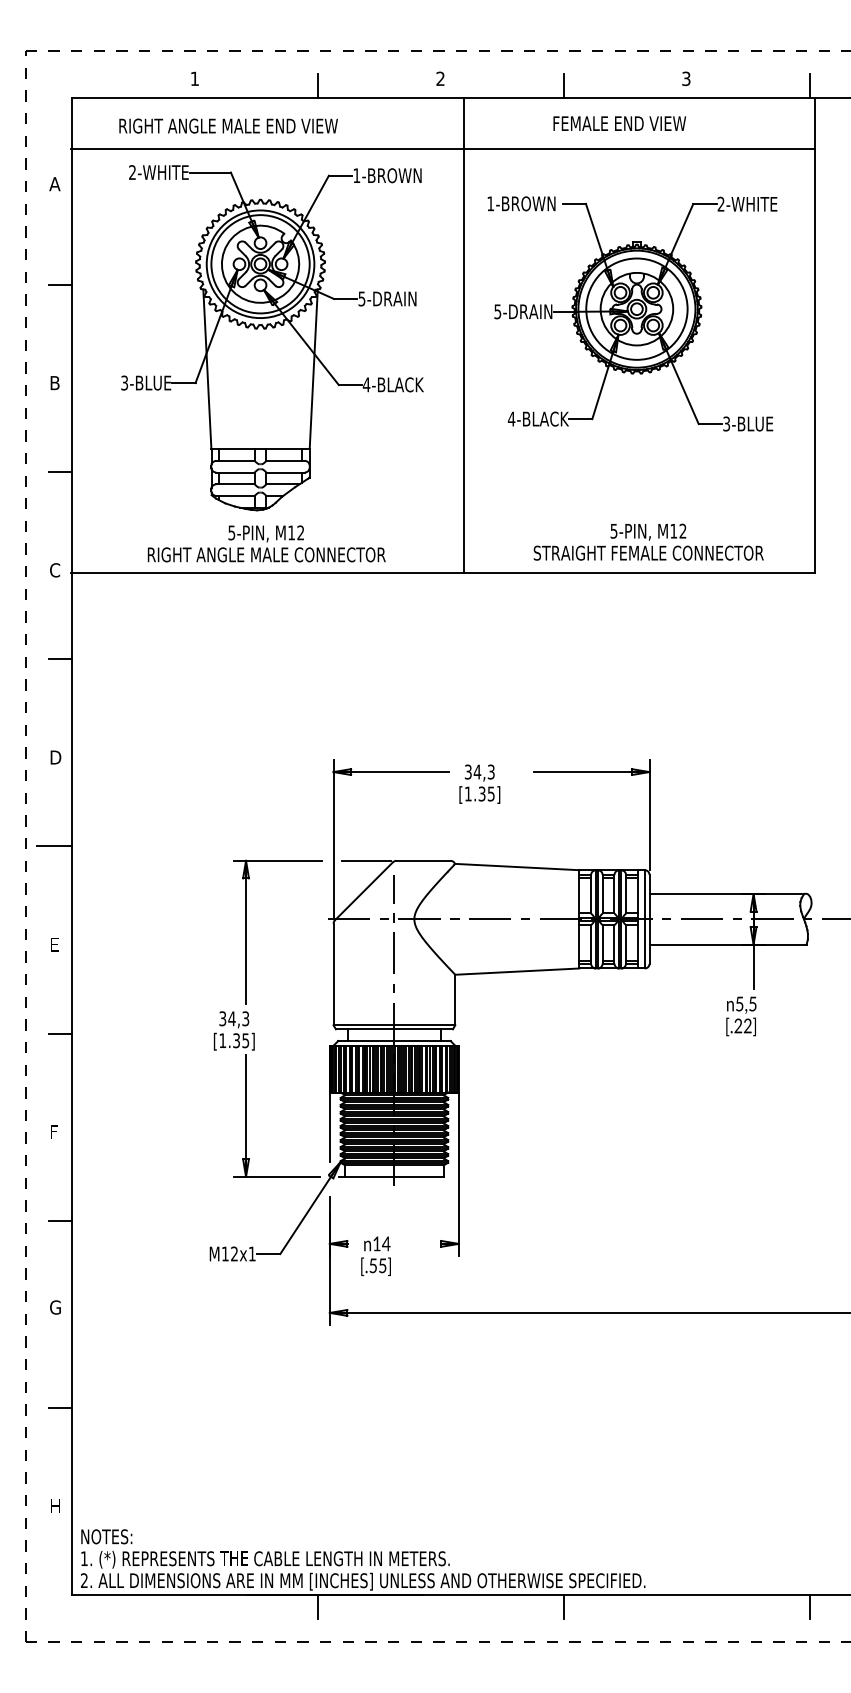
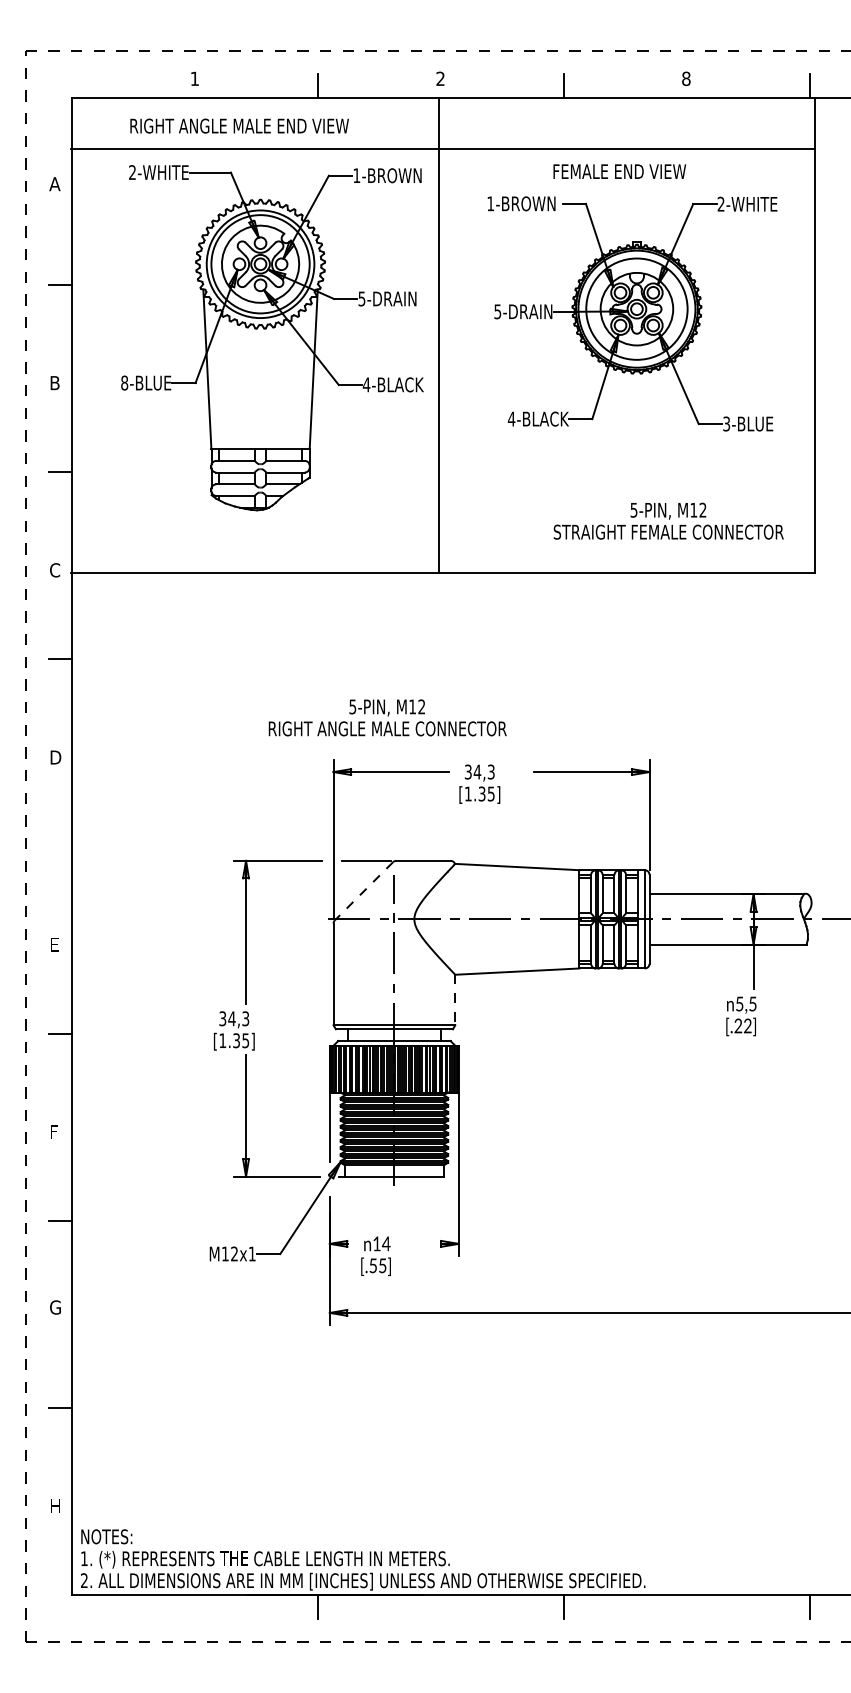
text at (686, 78): 3 -> 8
text at (619, 123) position: (619, 123) -> (619, 171)
text at (228, 125) position: (228, 125) -> (239, 125)
line at (463, 335) position: (463, 335) -> (438, 335)
text at (124, 382): 3-BLUE -> 8-BLUE
text at (648, 541) position: (648, 541) -> (668, 520)
text at (266, 543) position: (266, 543) -> (387, 717)
line at (54, 846): present -> none
line at (363, 891): solid -> dashed
line at (455, 1000): solid -> dashed
